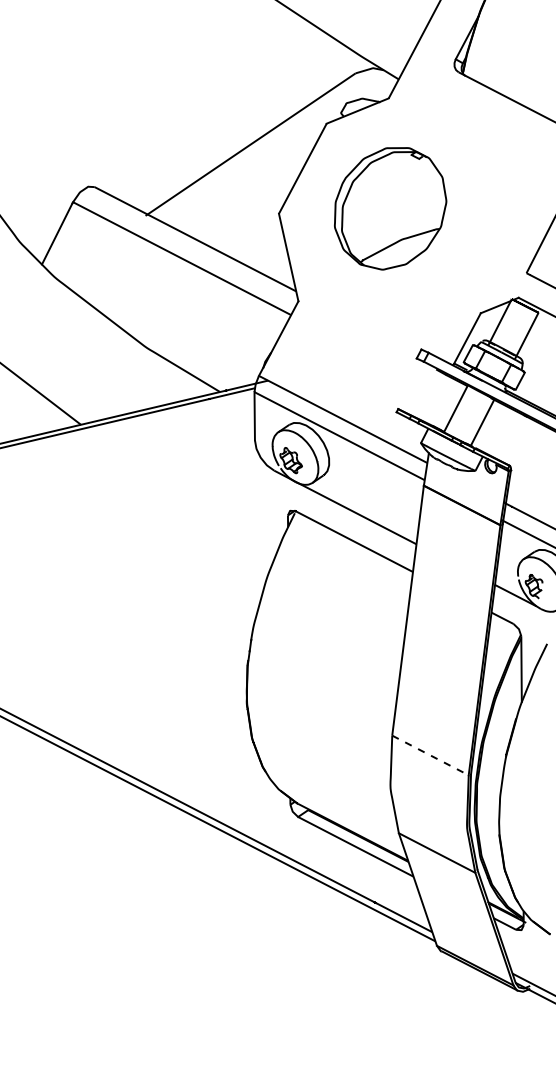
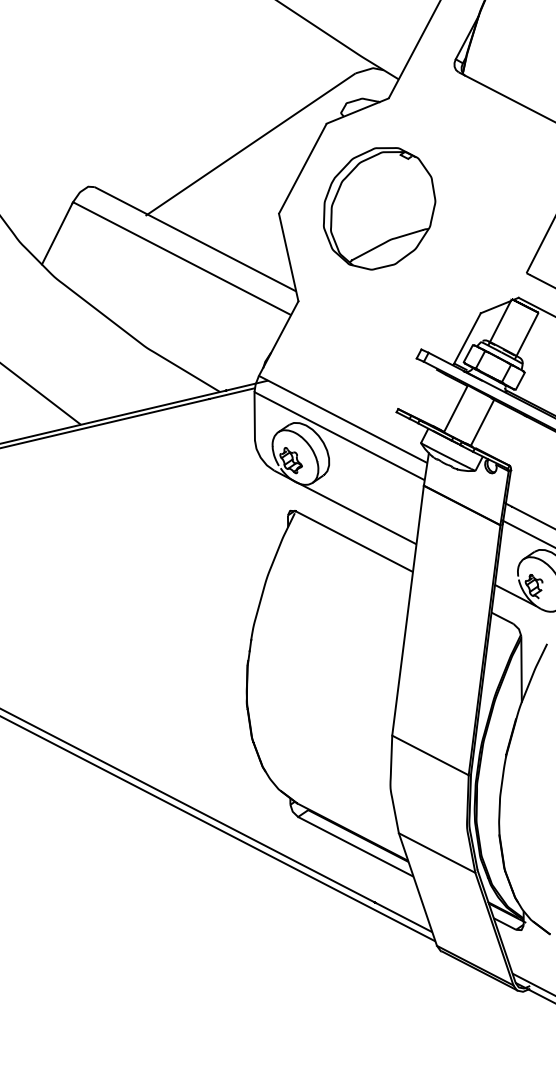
part at (390, 208) position: (390, 208) -> (379, 208)
line at (430, 755): dashed -> solid
